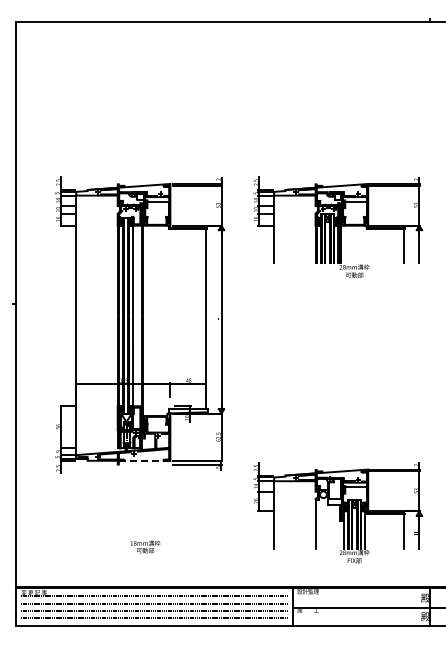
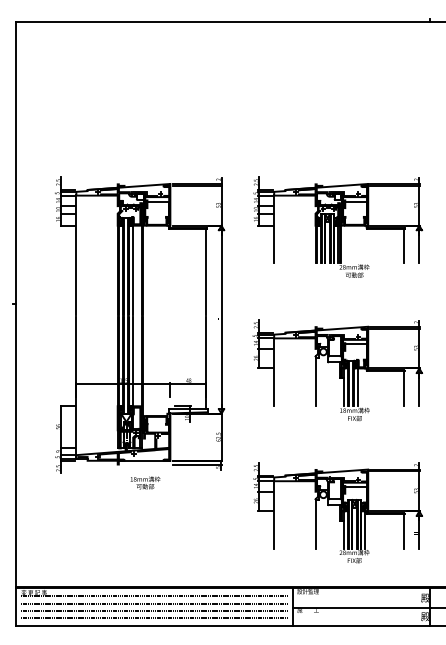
part at (337, 370): none -> present
line at (144, 460): dashed -> solid
text at (145, 546) position: (145, 546) -> (145, 482)
